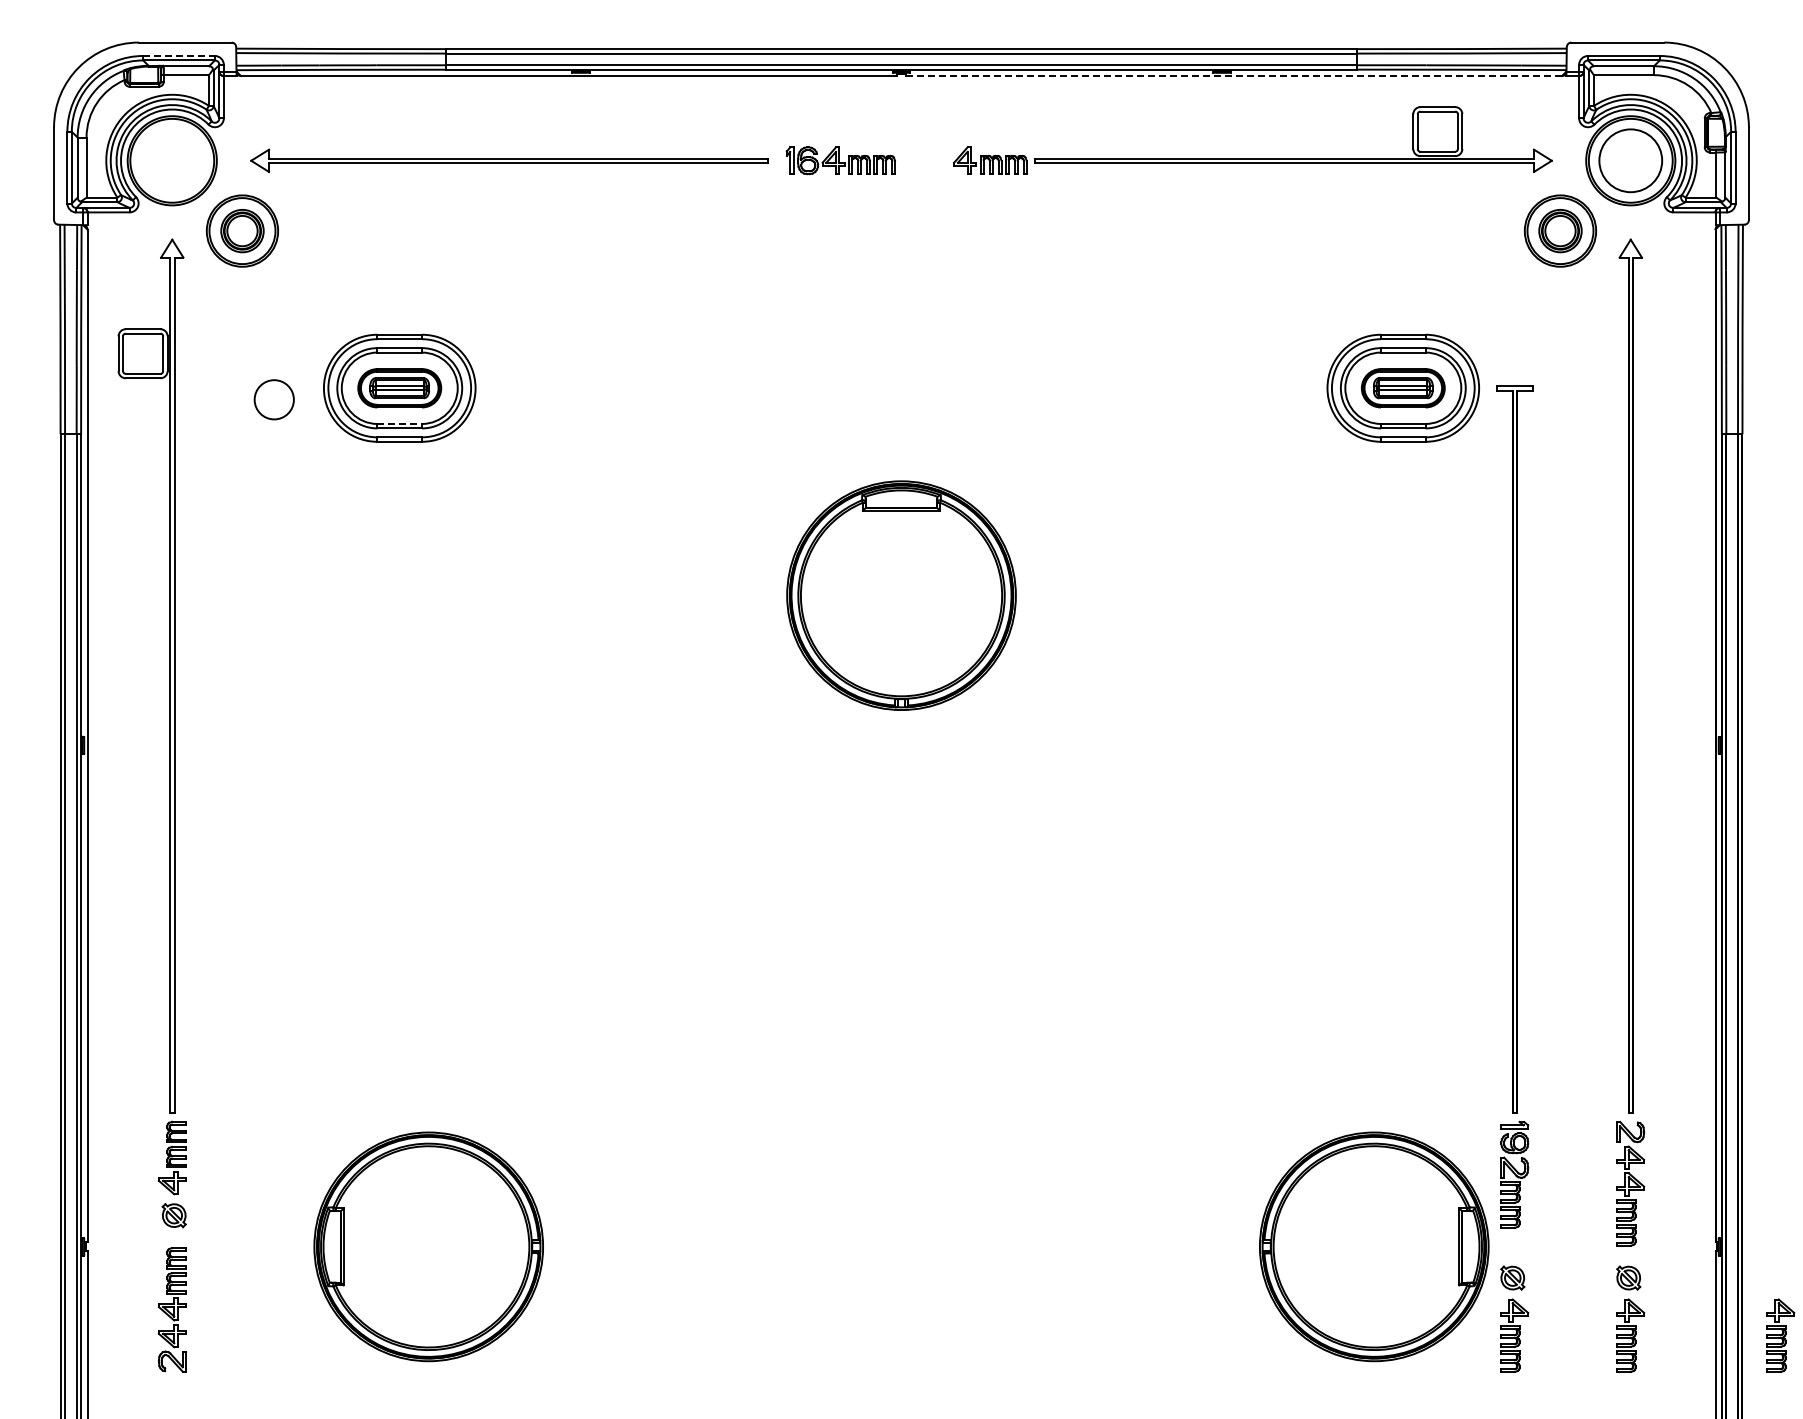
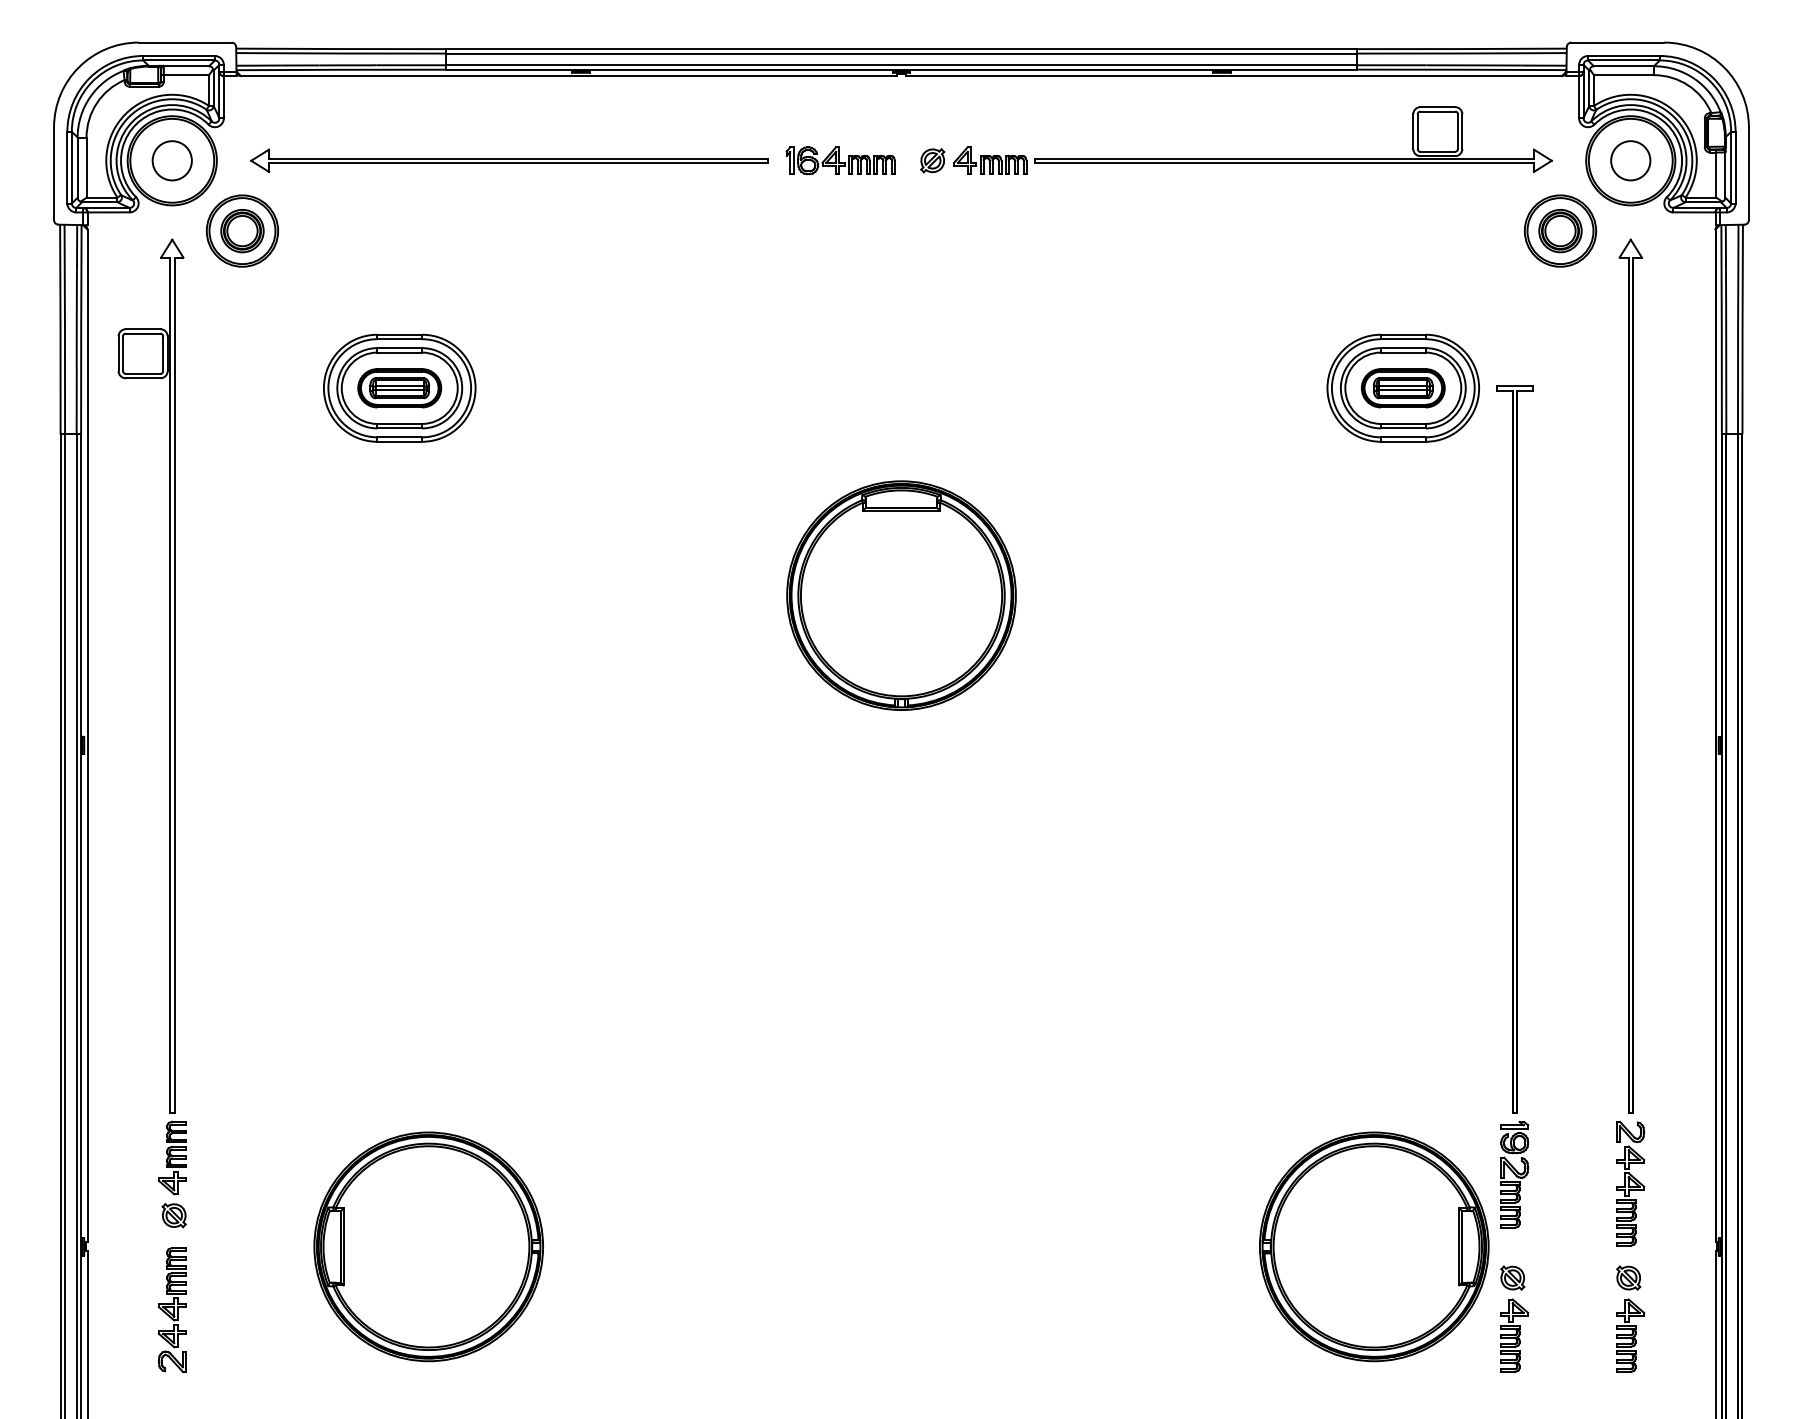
line at (179, 55): dashed -> solid
line at (1233, 76): dashed -> solid
part at (932, 160): none -> present
circle at (1630, 160) diameter: 63 px -> 39 px
circle at (273, 399) position: (273, 399) -> (171, 160)
line at (400, 423): dashed -> solid
part at (1780, 1335): present -> none
